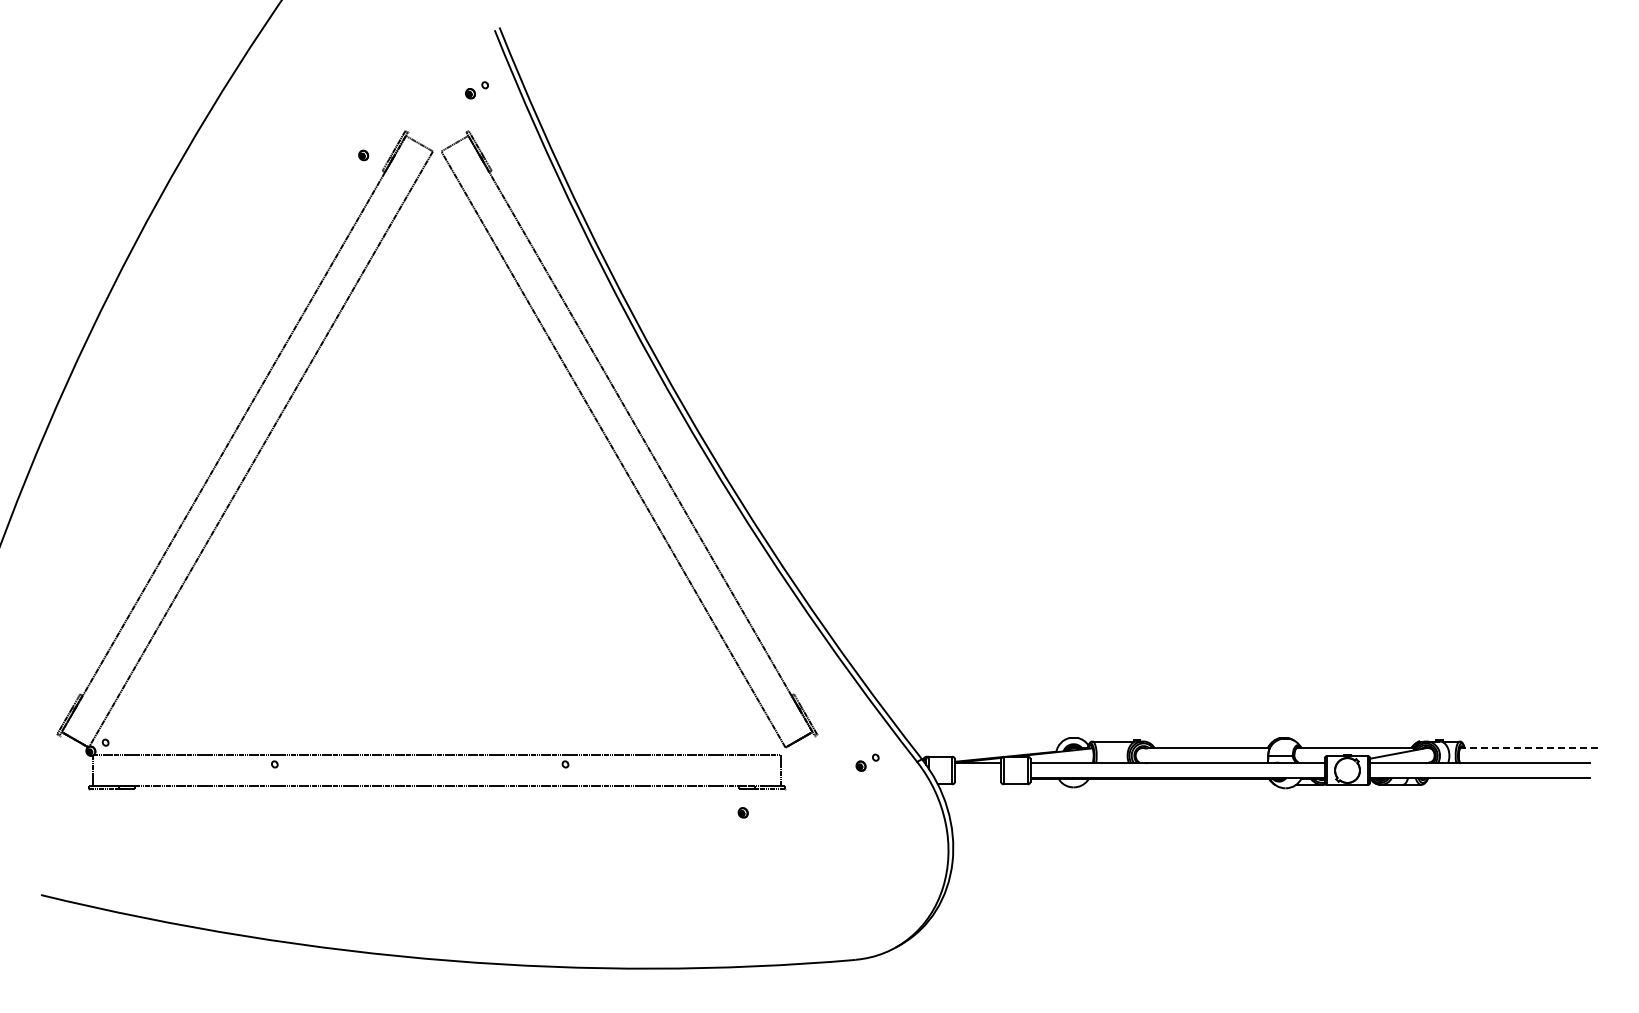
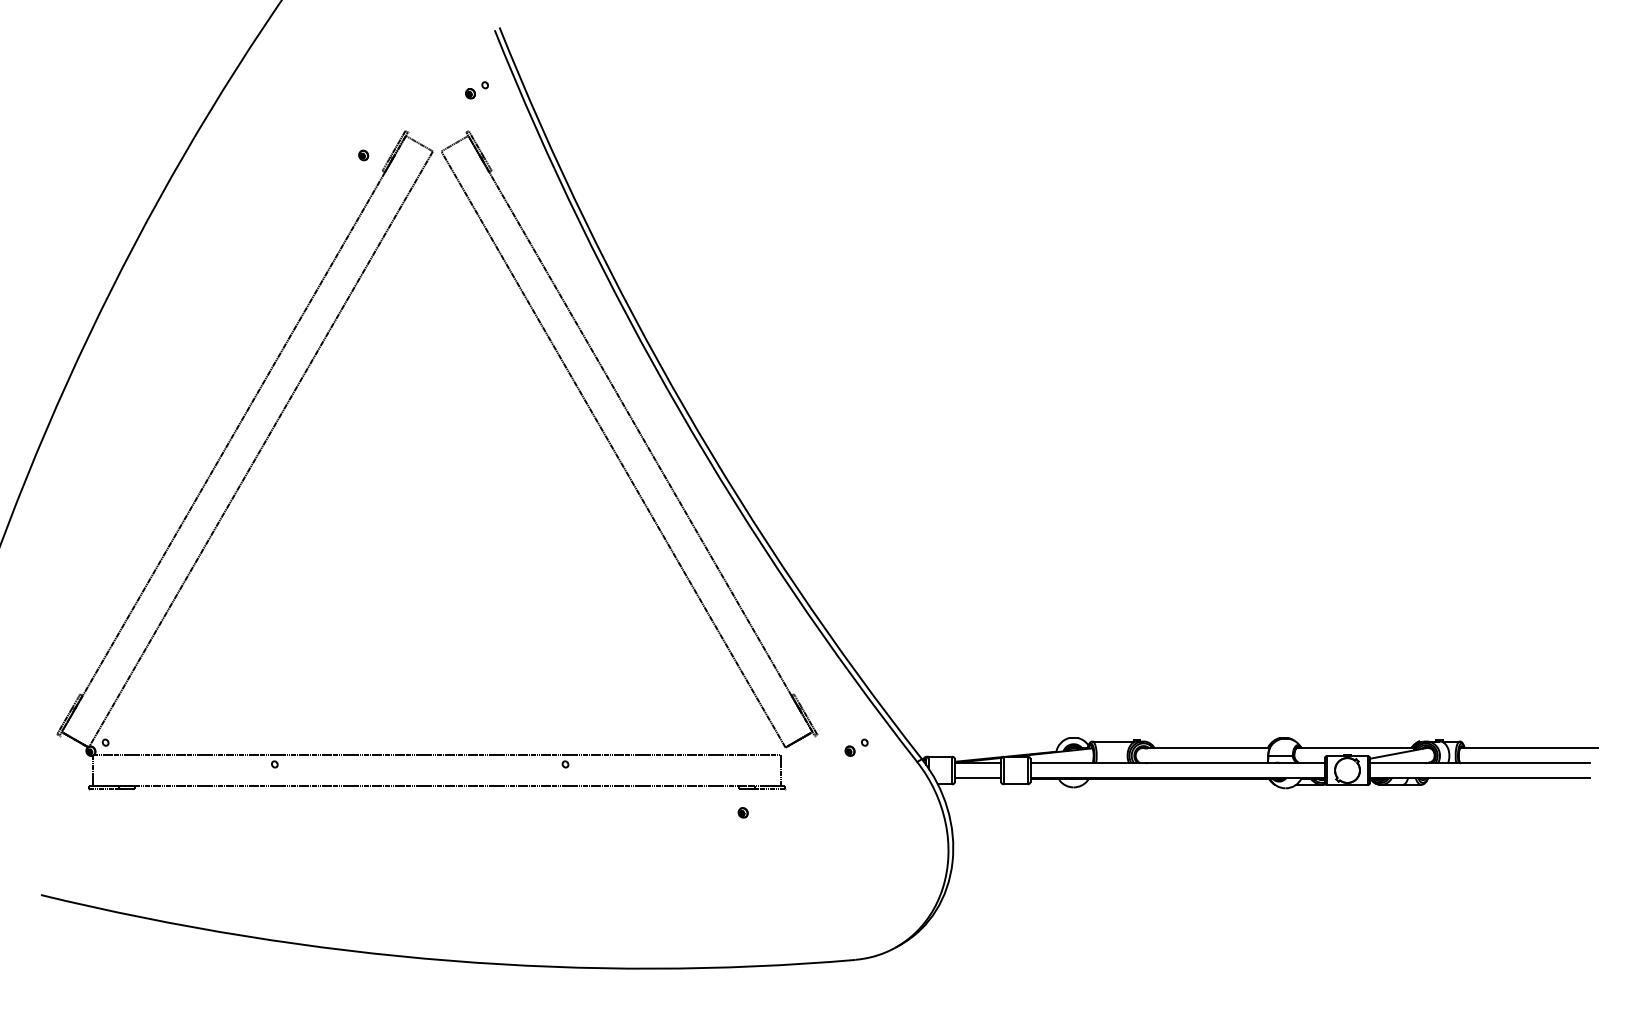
line at (1529, 748): dashed -> solid
part at (867, 762) position: (867, 762) -> (856, 747)
line at (977, 777): none -> present
